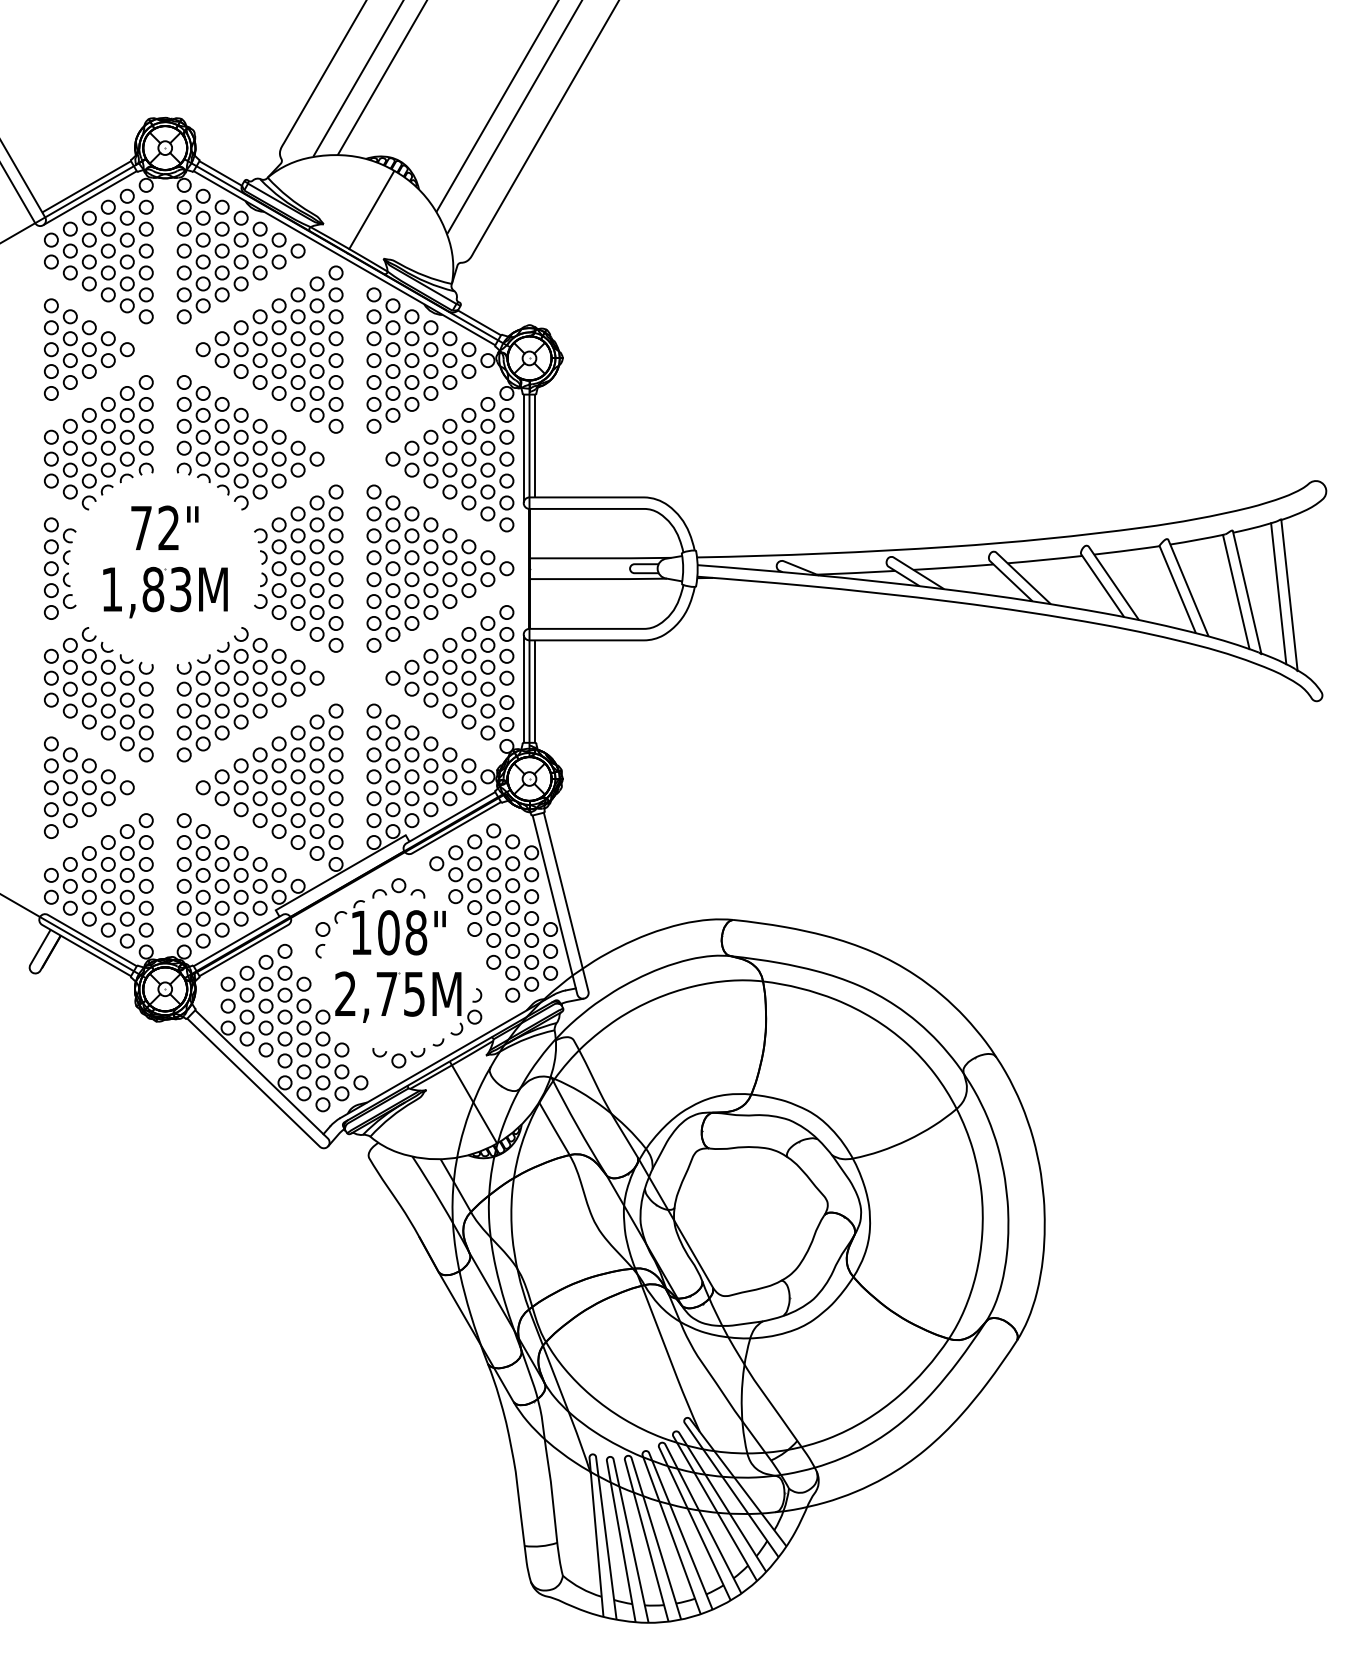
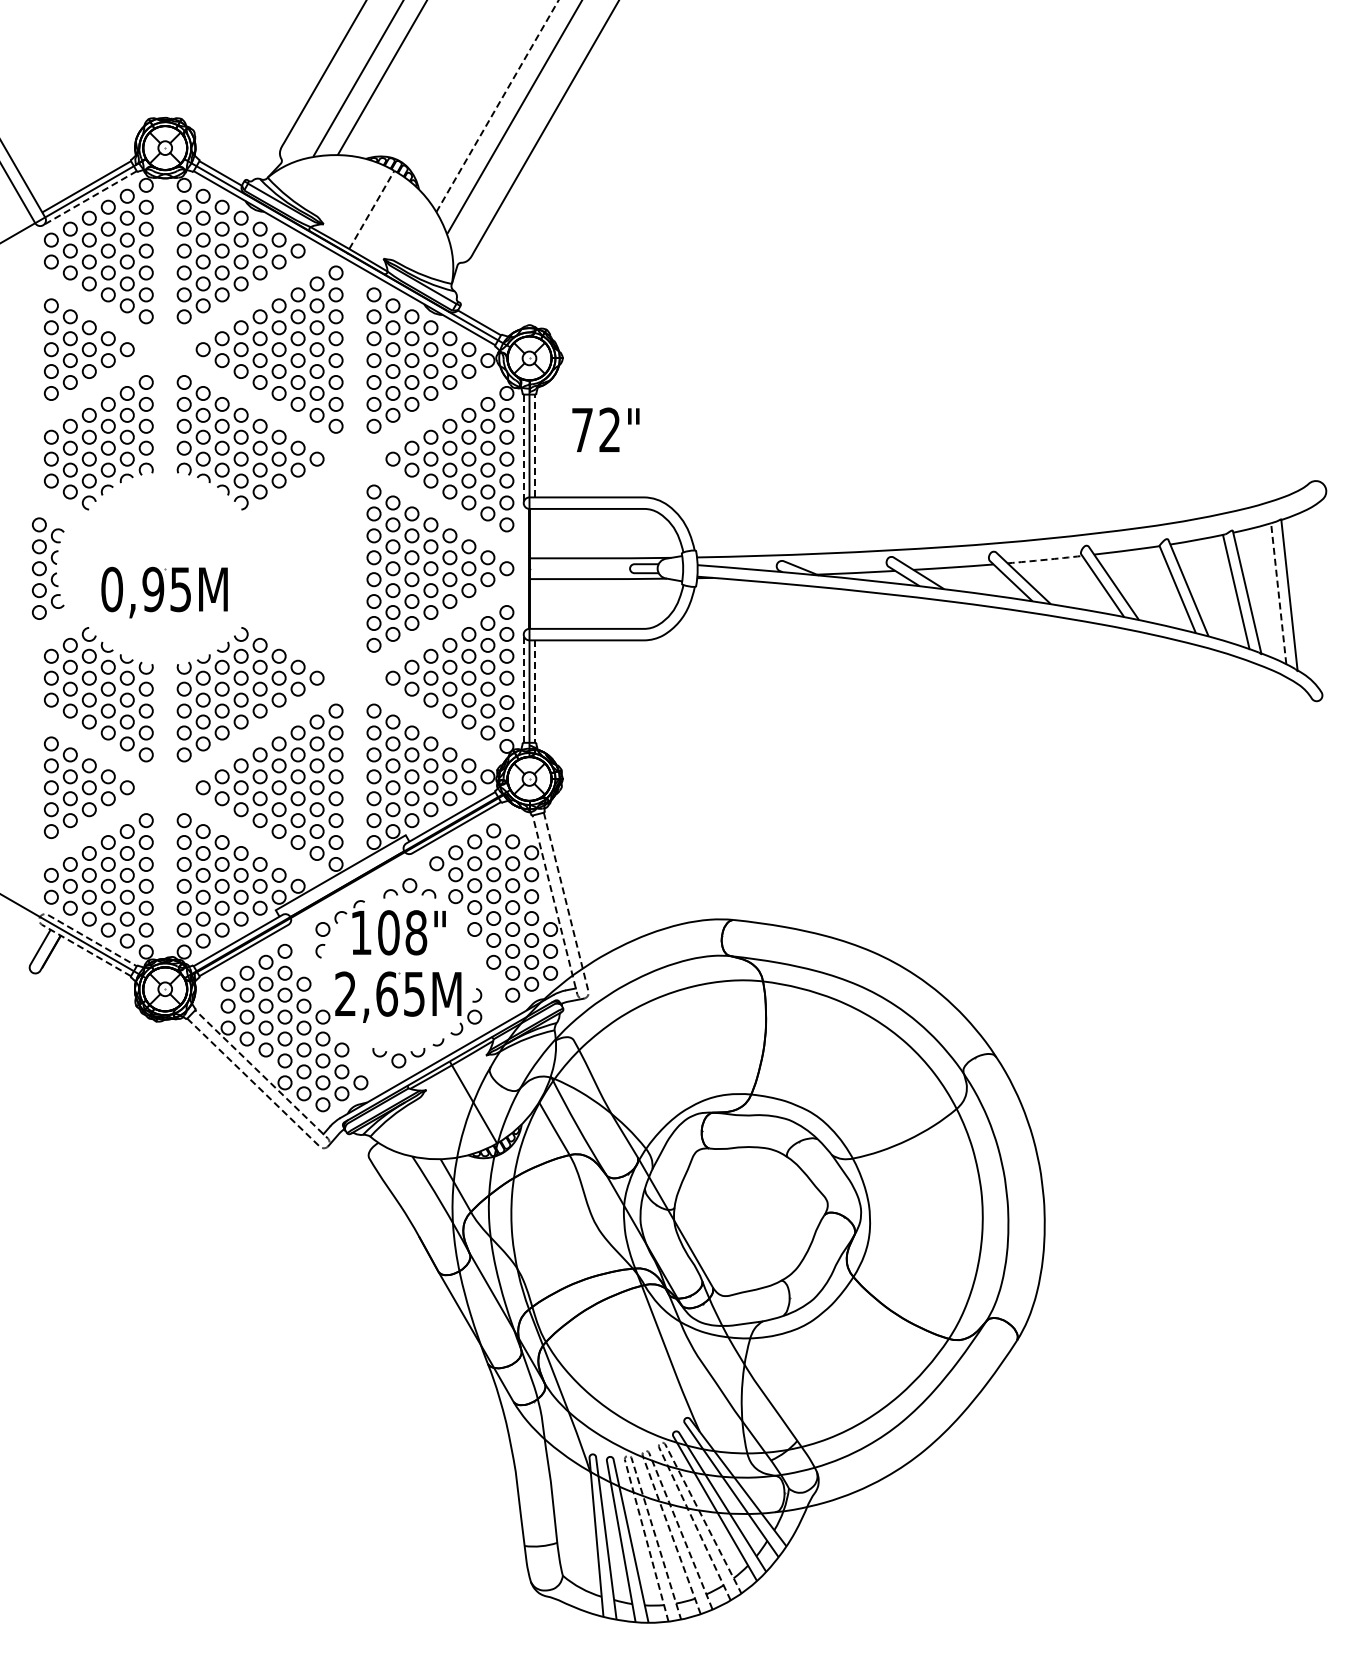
line at (497, 105): solid -> dashed
line at (90, 198): solid -> dashed
line at (372, 209): solid -> dashed
line at (535, 445): solid -> dashed
line at (523, 449): solid -> dashed
text at (164, 527) position: (164, 527) -> (605, 429)
line at (1045, 559): solid -> dashed
part at (59, 568) position: (59, 568) -> (47, 568)
part at (298, 568): present -> none
text at (146, 589): 1,83M -> 0,95M
line at (1278, 593): solid -> dashed
line at (523, 688): solid -> dashed
line at (535, 692): solid -> dashed
part at (398, 888) position: (398, 888) -> (409, 888)
line at (40, 917): solid -> dashed
text at (387, 993): 2,75M -> 2,65M
line at (584, 998): solid -> dashed
line at (328, 1146): solid -> dashed
line at (660, 1443): solid -> dashed
line at (644, 1451): solid -> dashed
line at (627, 1455): solid -> dashed
